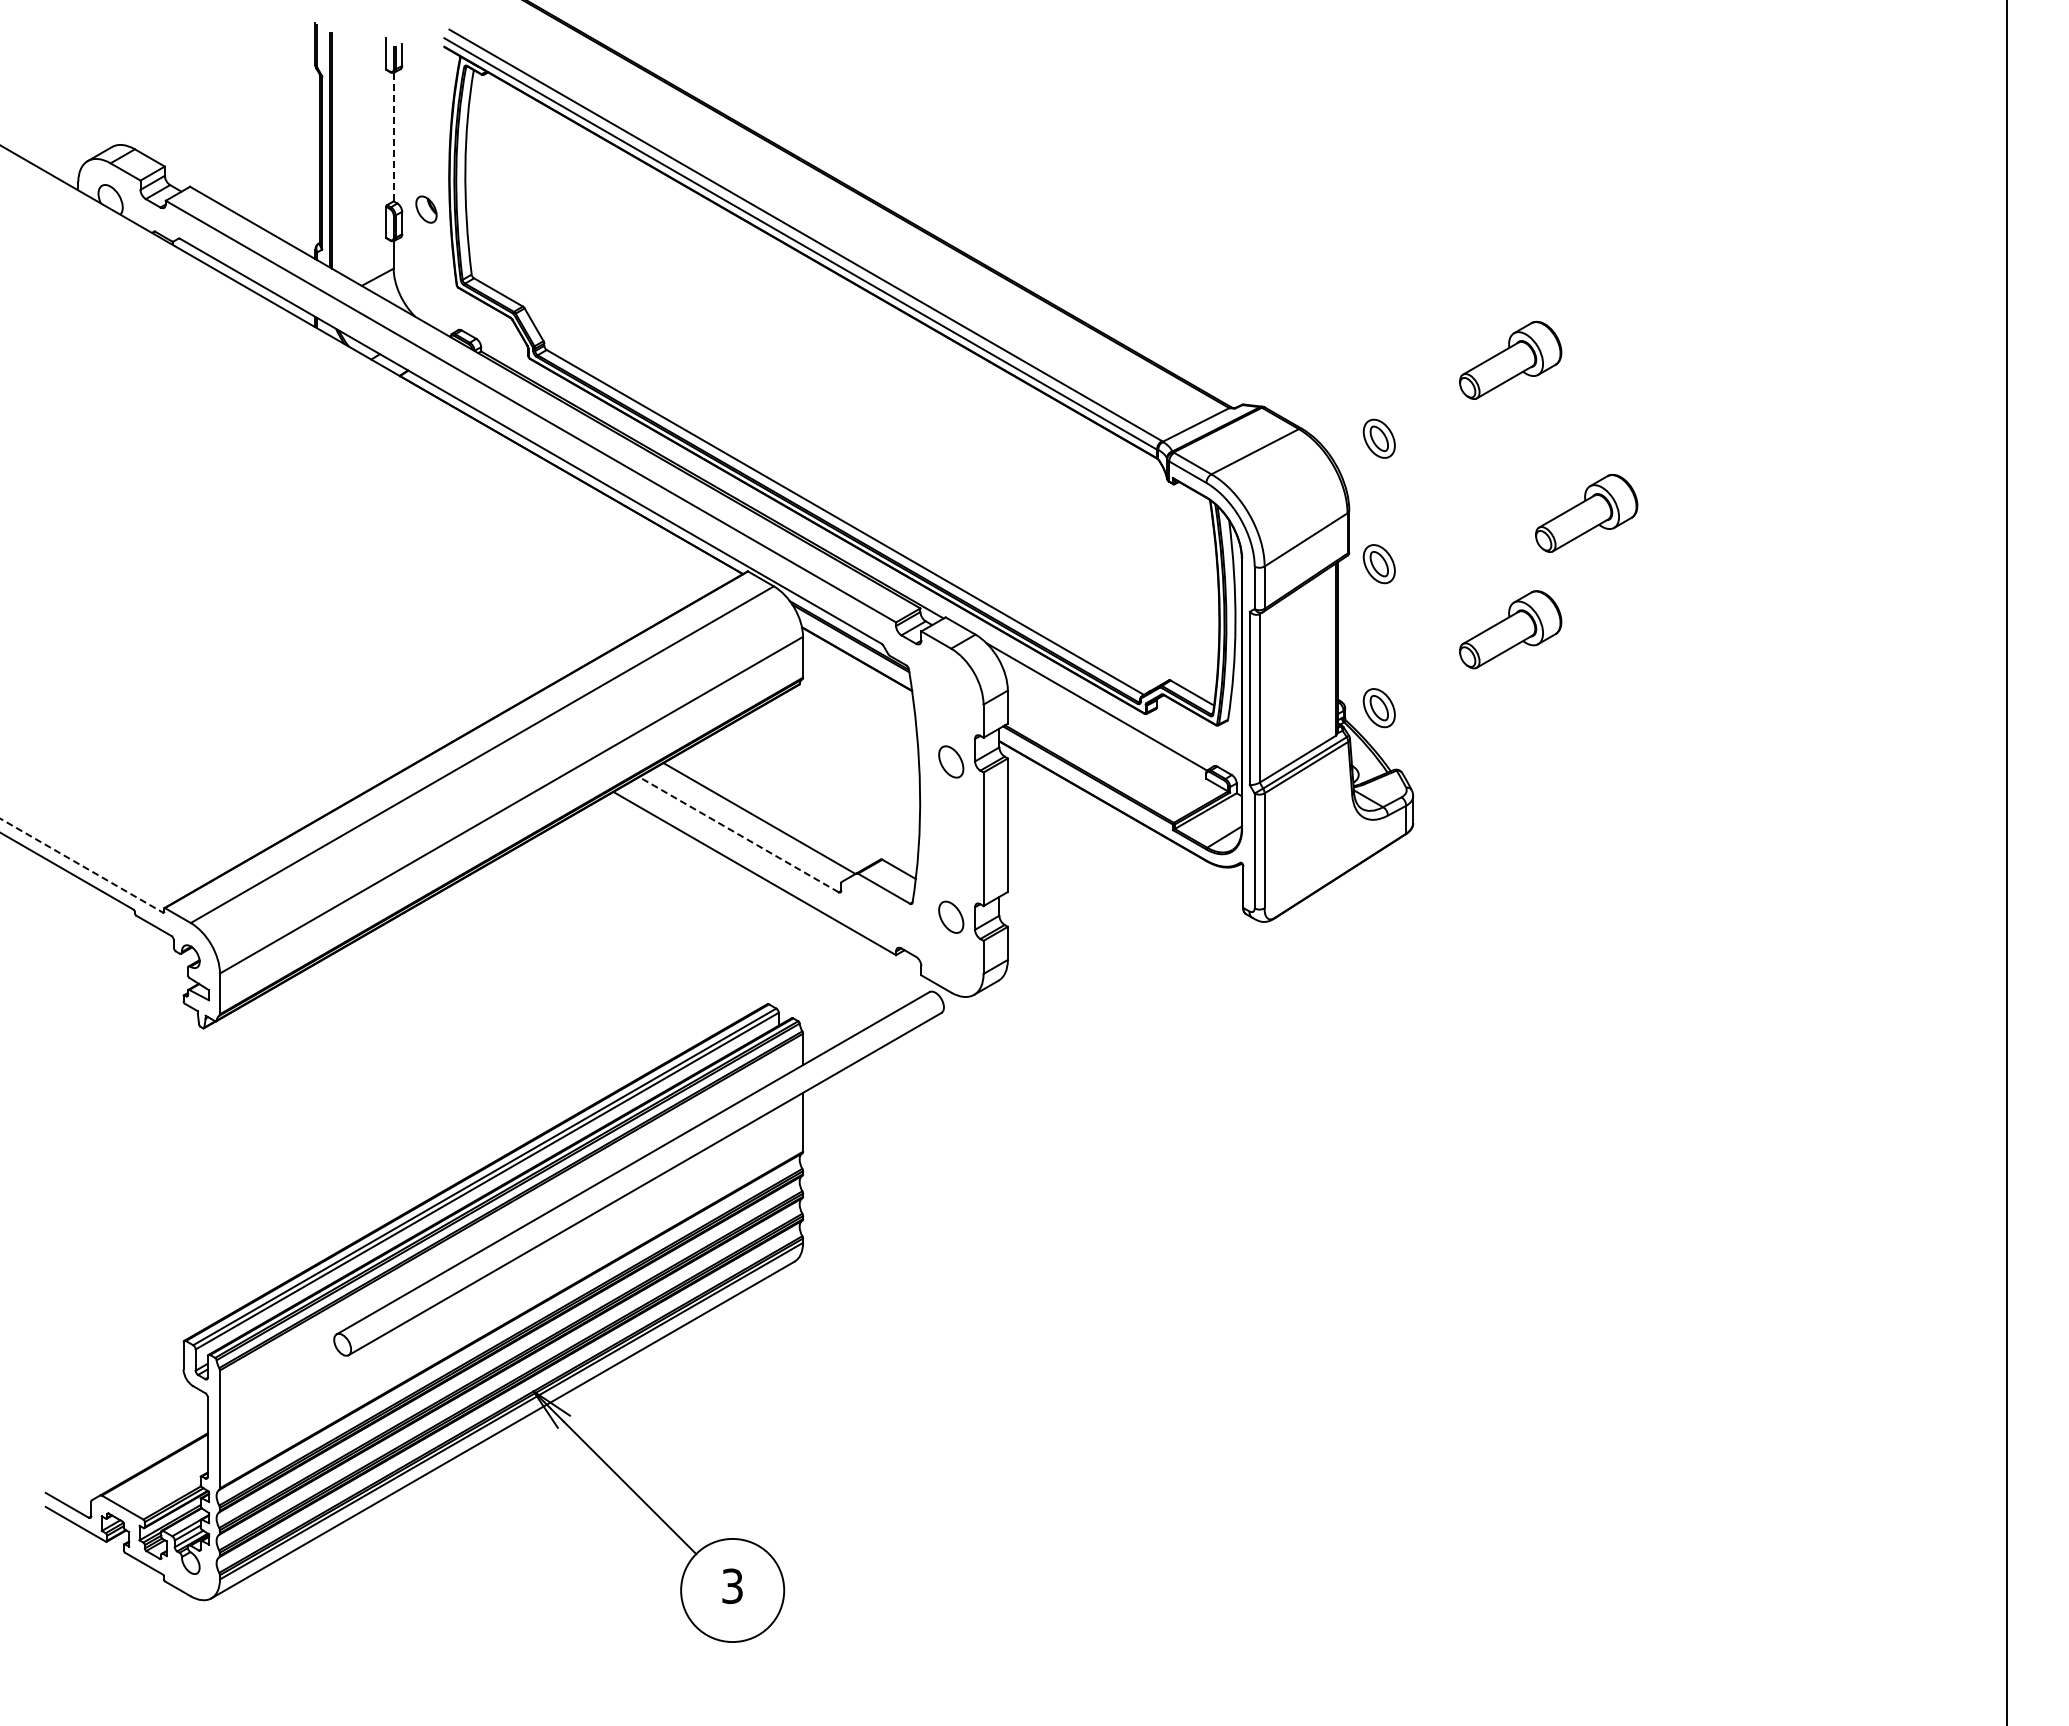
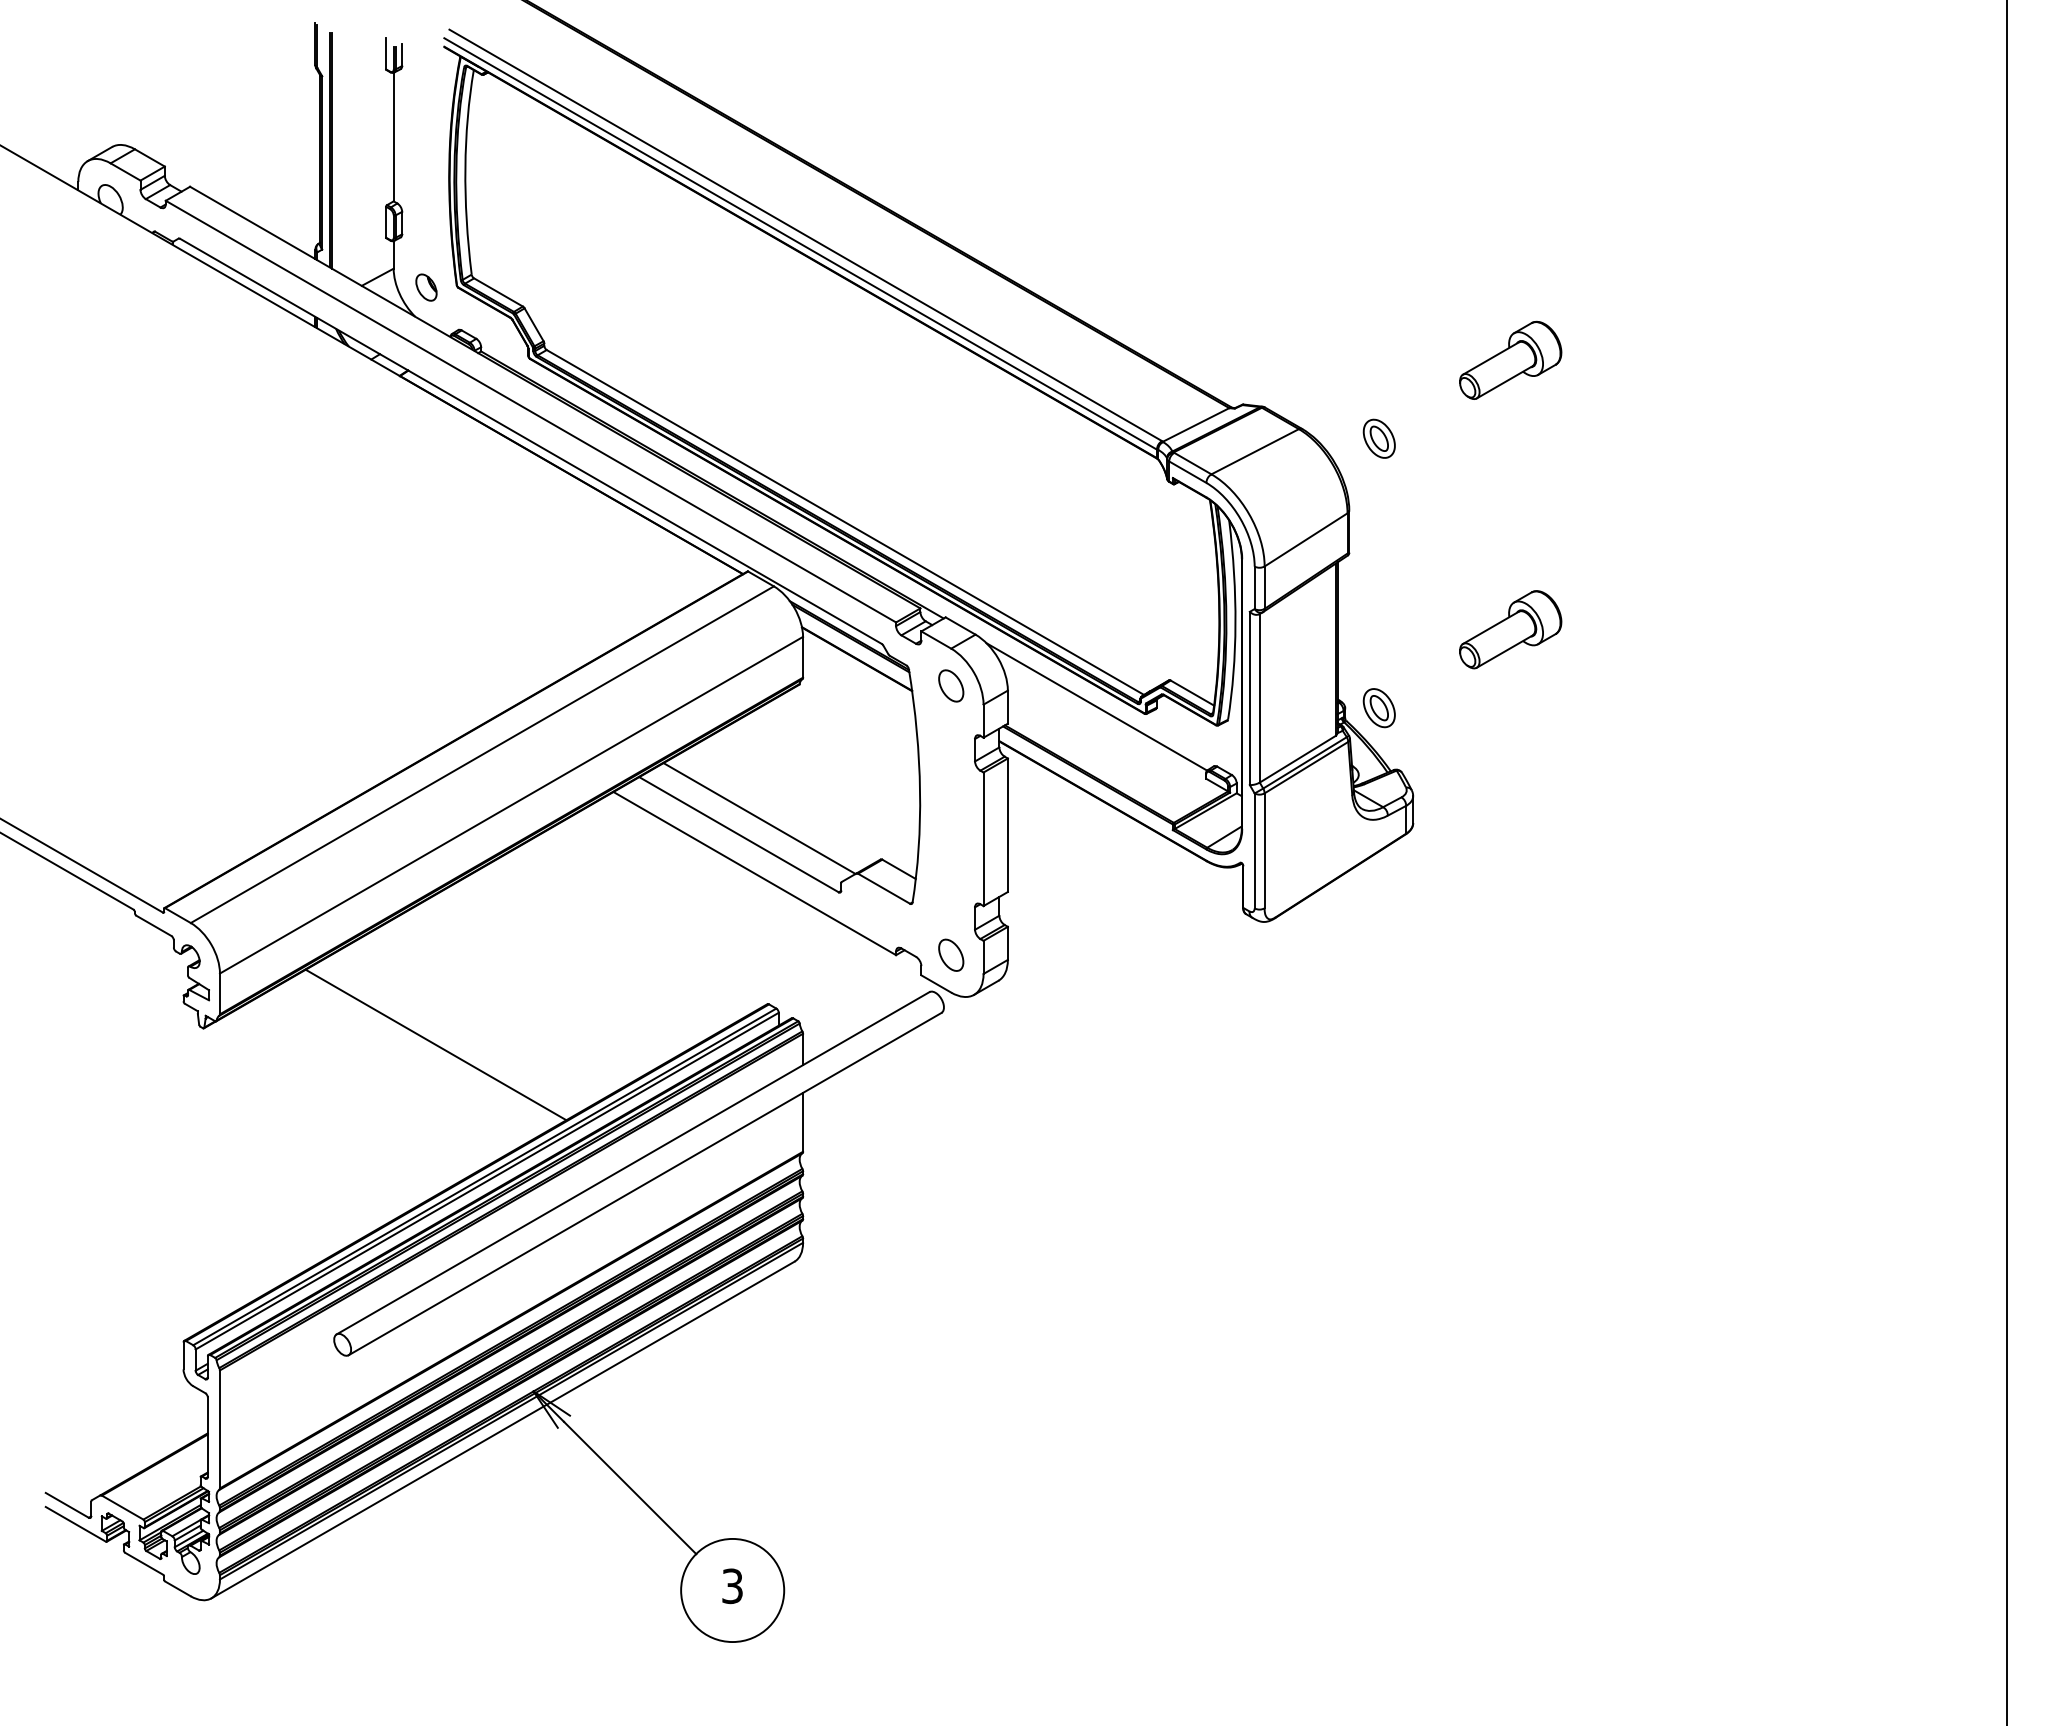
line at (393, 136): dashed -> solid
part at (426, 209) position: (426, 209) -> (426, 287)
part at (1586, 512): present -> none
part at (1378, 564): present -> none
part at (951, 761) position: (951, 761) -> (951, 685)
line at (738, 834): dashed -> solid
line at (81, 865): dashed -> solid
part at (951, 916) position: (951, 916) -> (951, 954)
line at (435, 1044): none -> present
